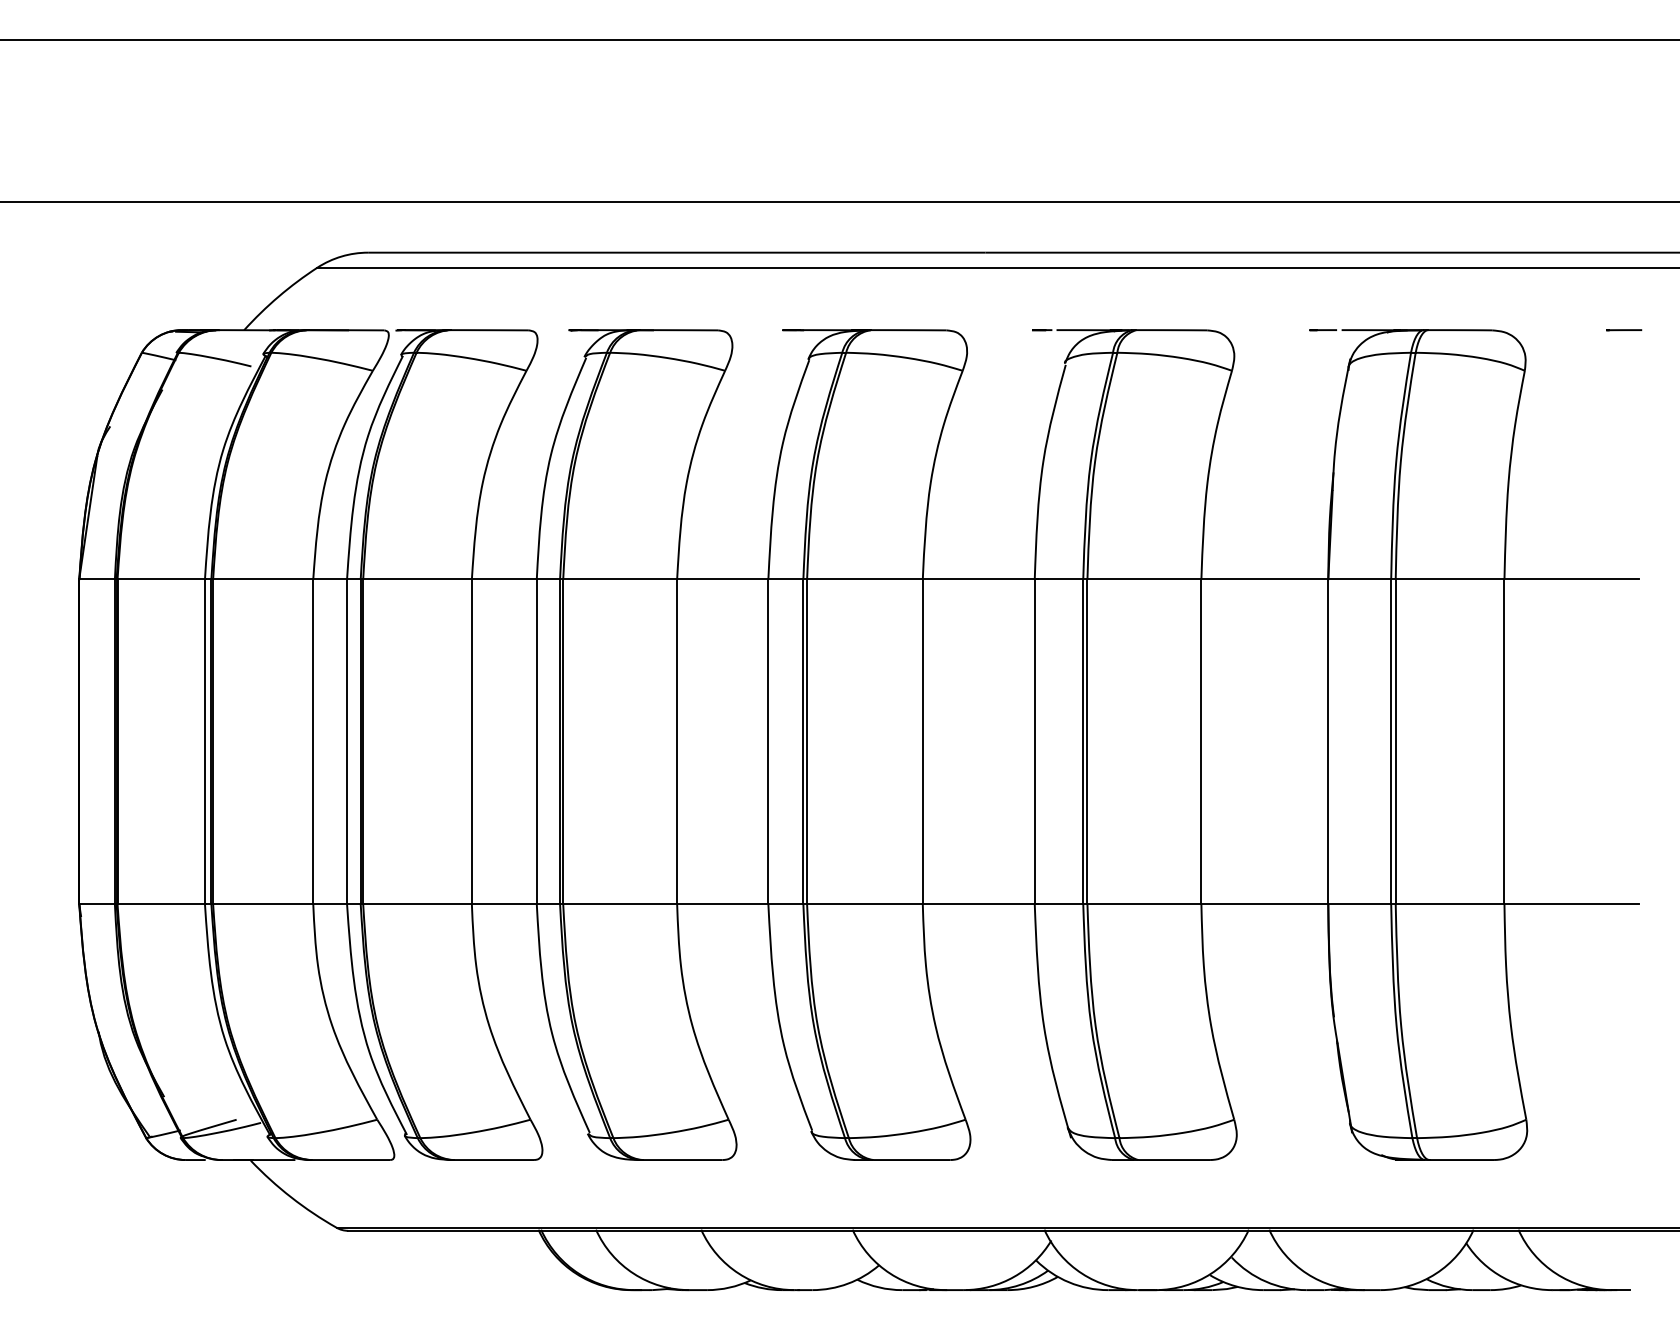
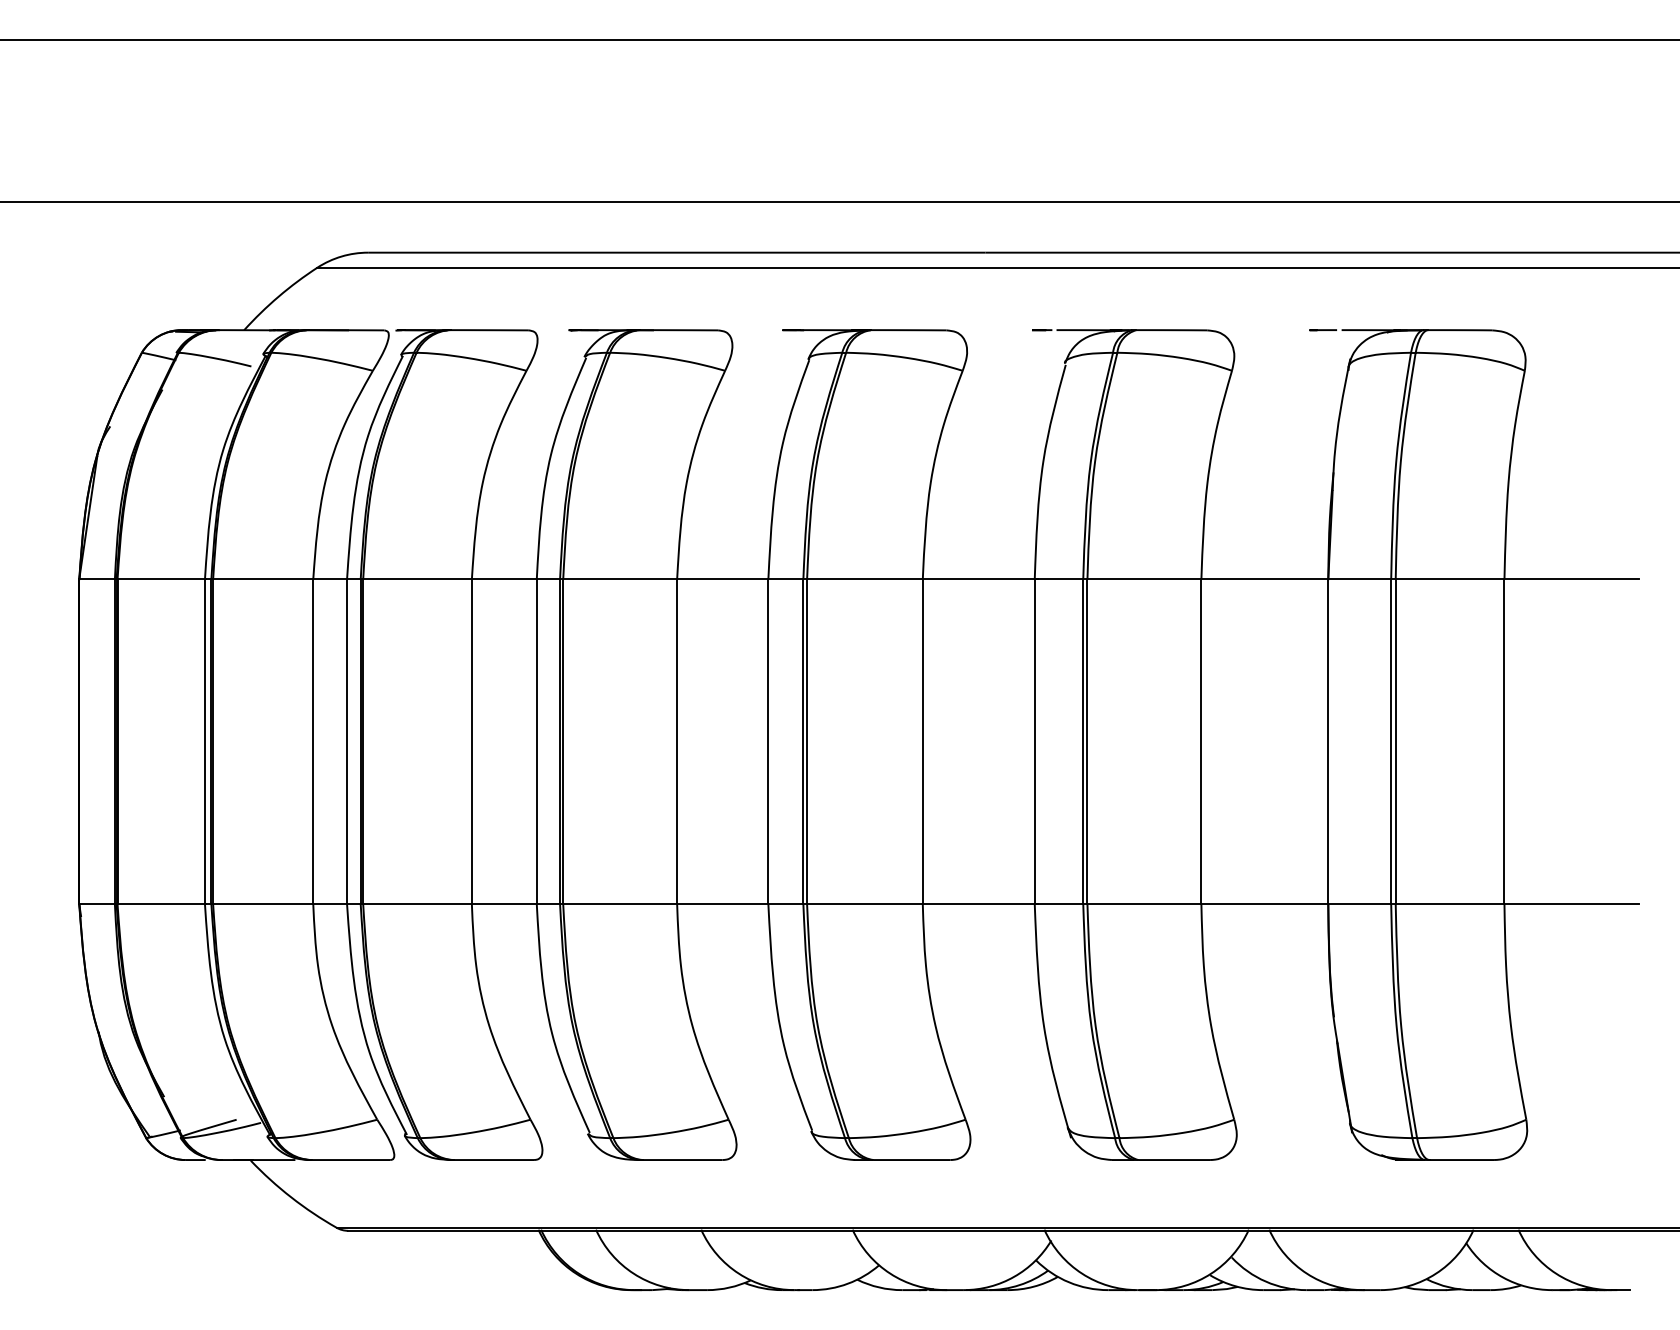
line at (1624, 330): present -> none
